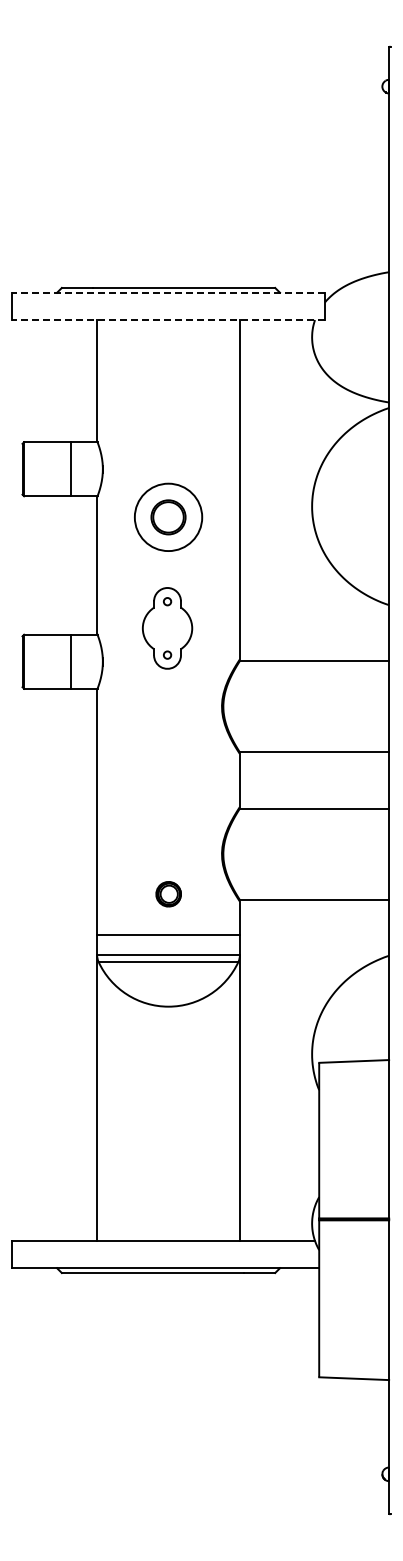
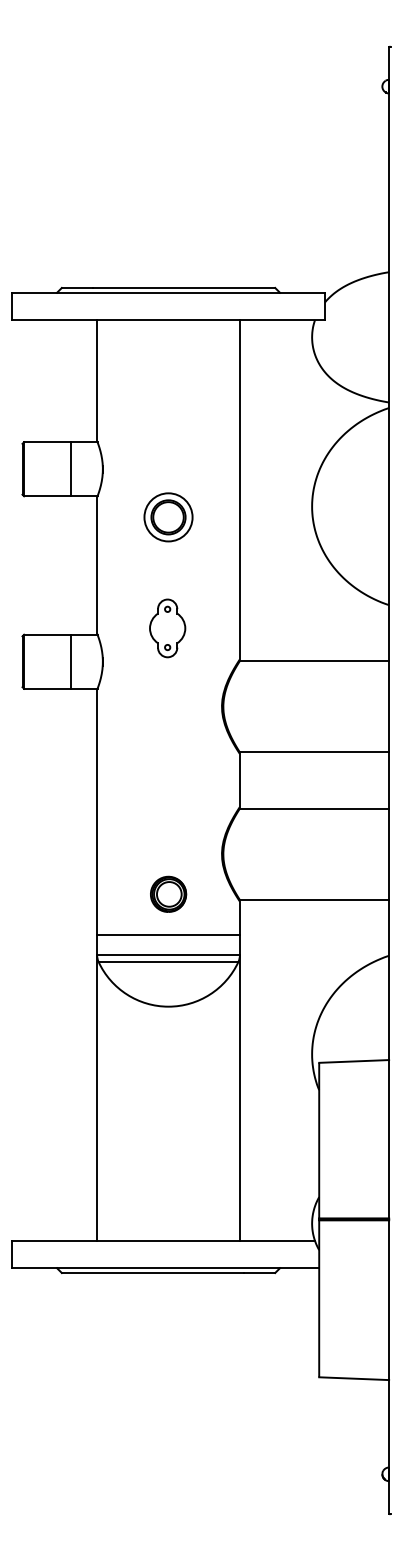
line at (168, 292): dashed -> solid
line at (168, 320): dashed -> solid
circle at (168, 517) diameter: 67 px -> 48 px
part at (167, 628) size: 53x83 px -> 38x61 px
part at (168, 894) size: 27x27 px -> 38x38 px
